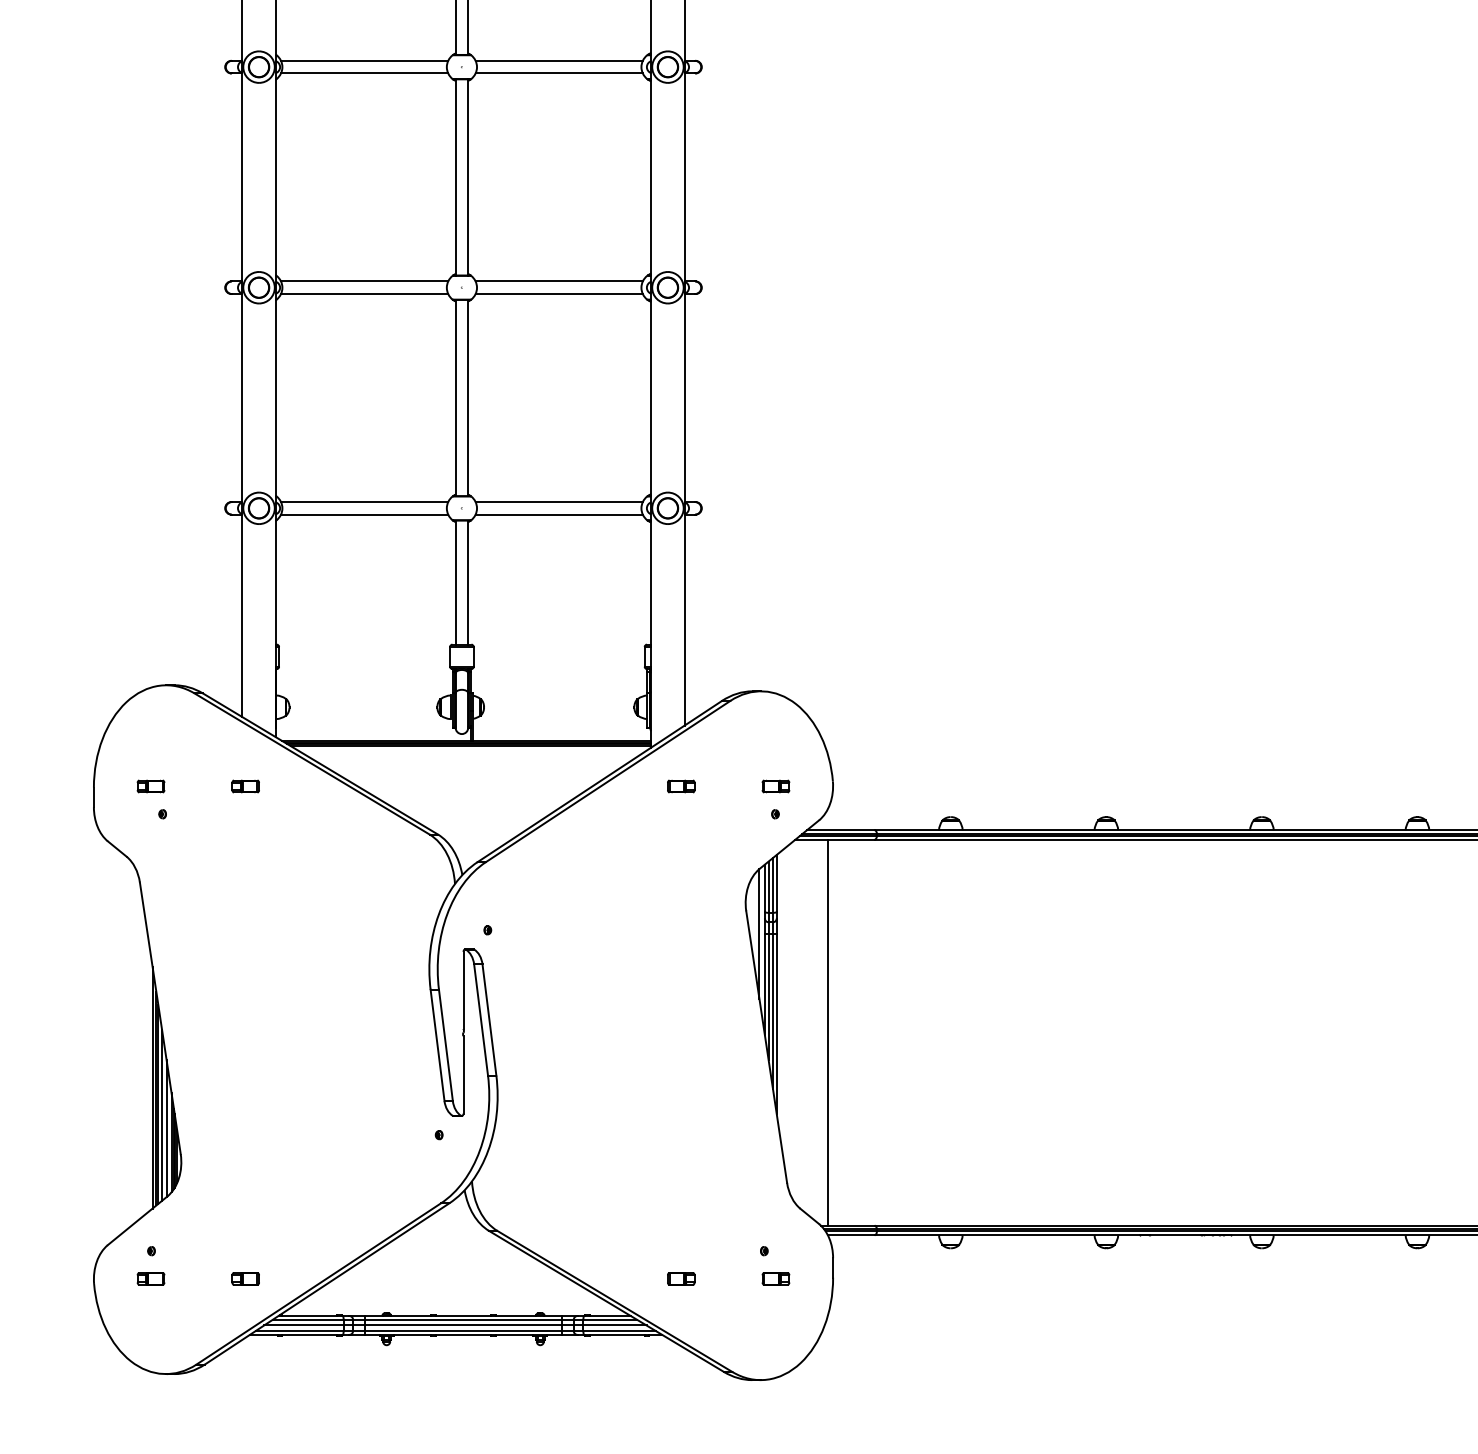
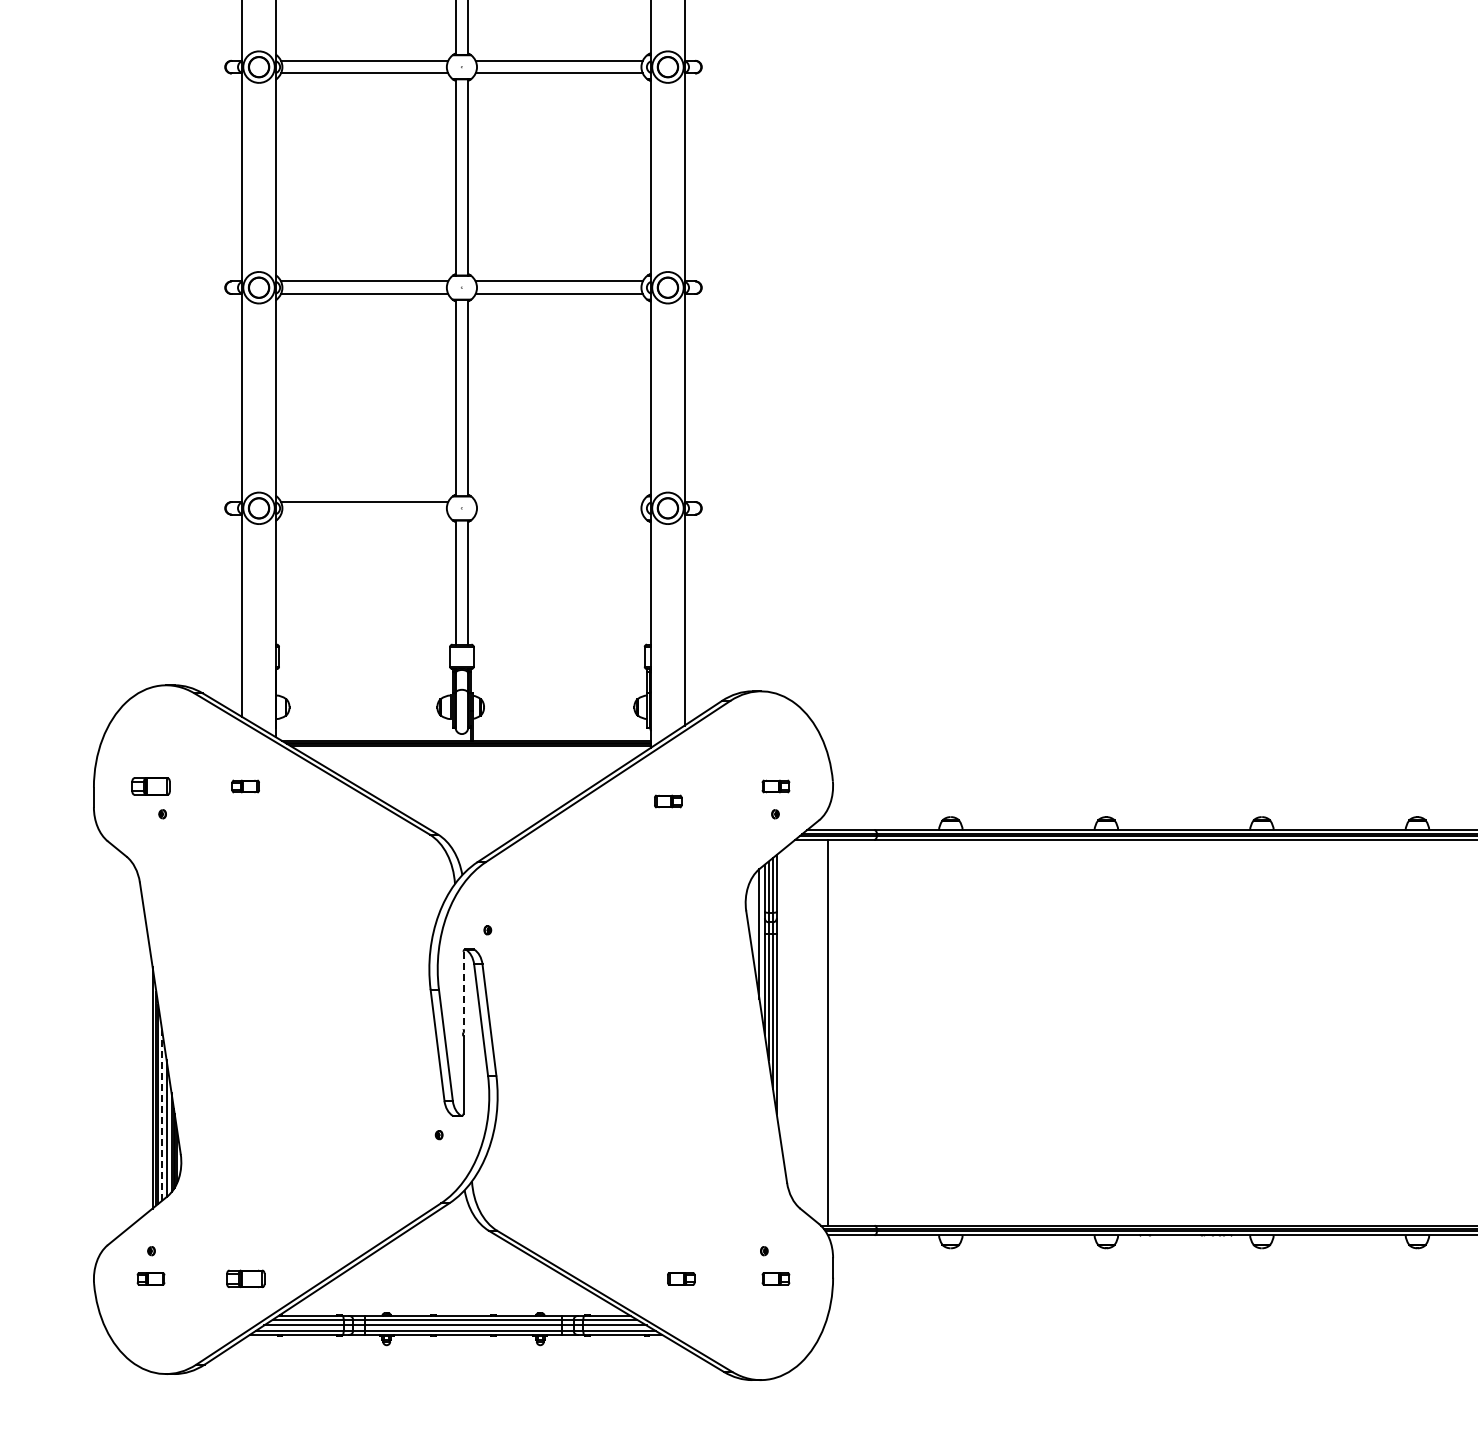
line at (558, 502): present -> none
line at (364, 514): present -> none
line at (558, 514): present -> none
part at (150, 786) size: 30x15 px -> 40x19 px
part at (681, 786) position: (681, 786) -> (668, 801)
line at (463, 990): solid -> dashed
line at (162, 1114): solid -> dashed
part at (245, 1278) size: 29x14 px -> 40x19 px
